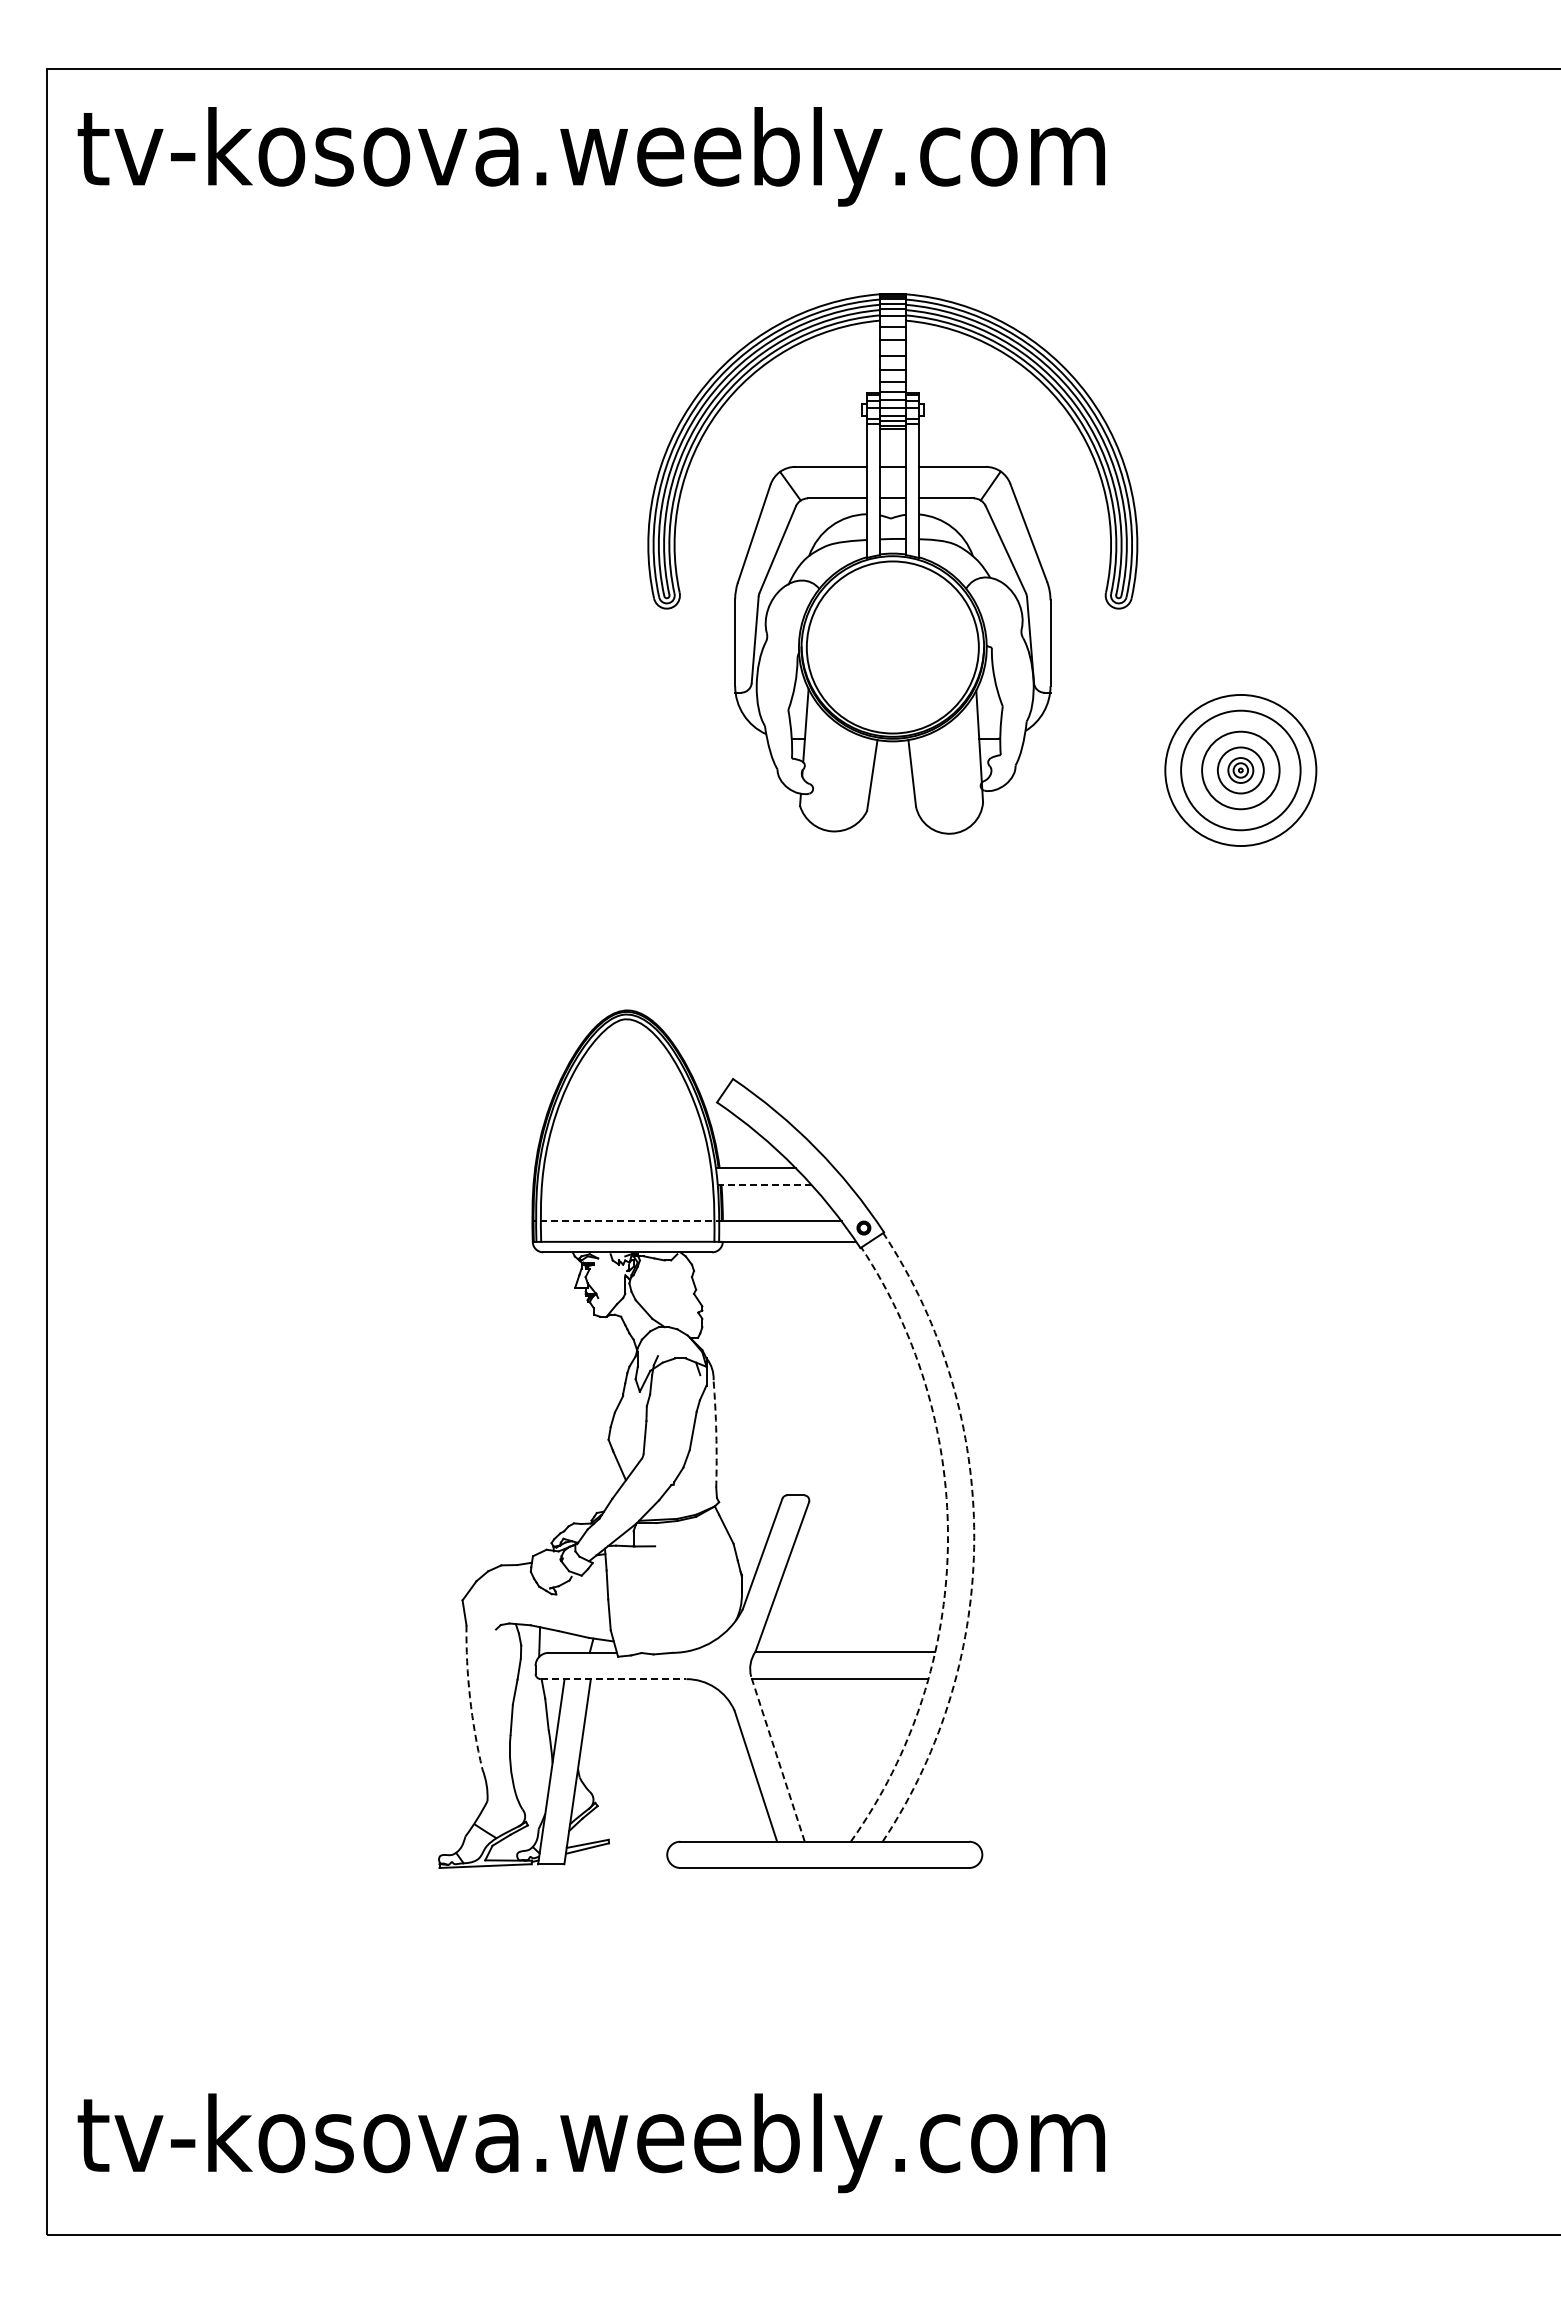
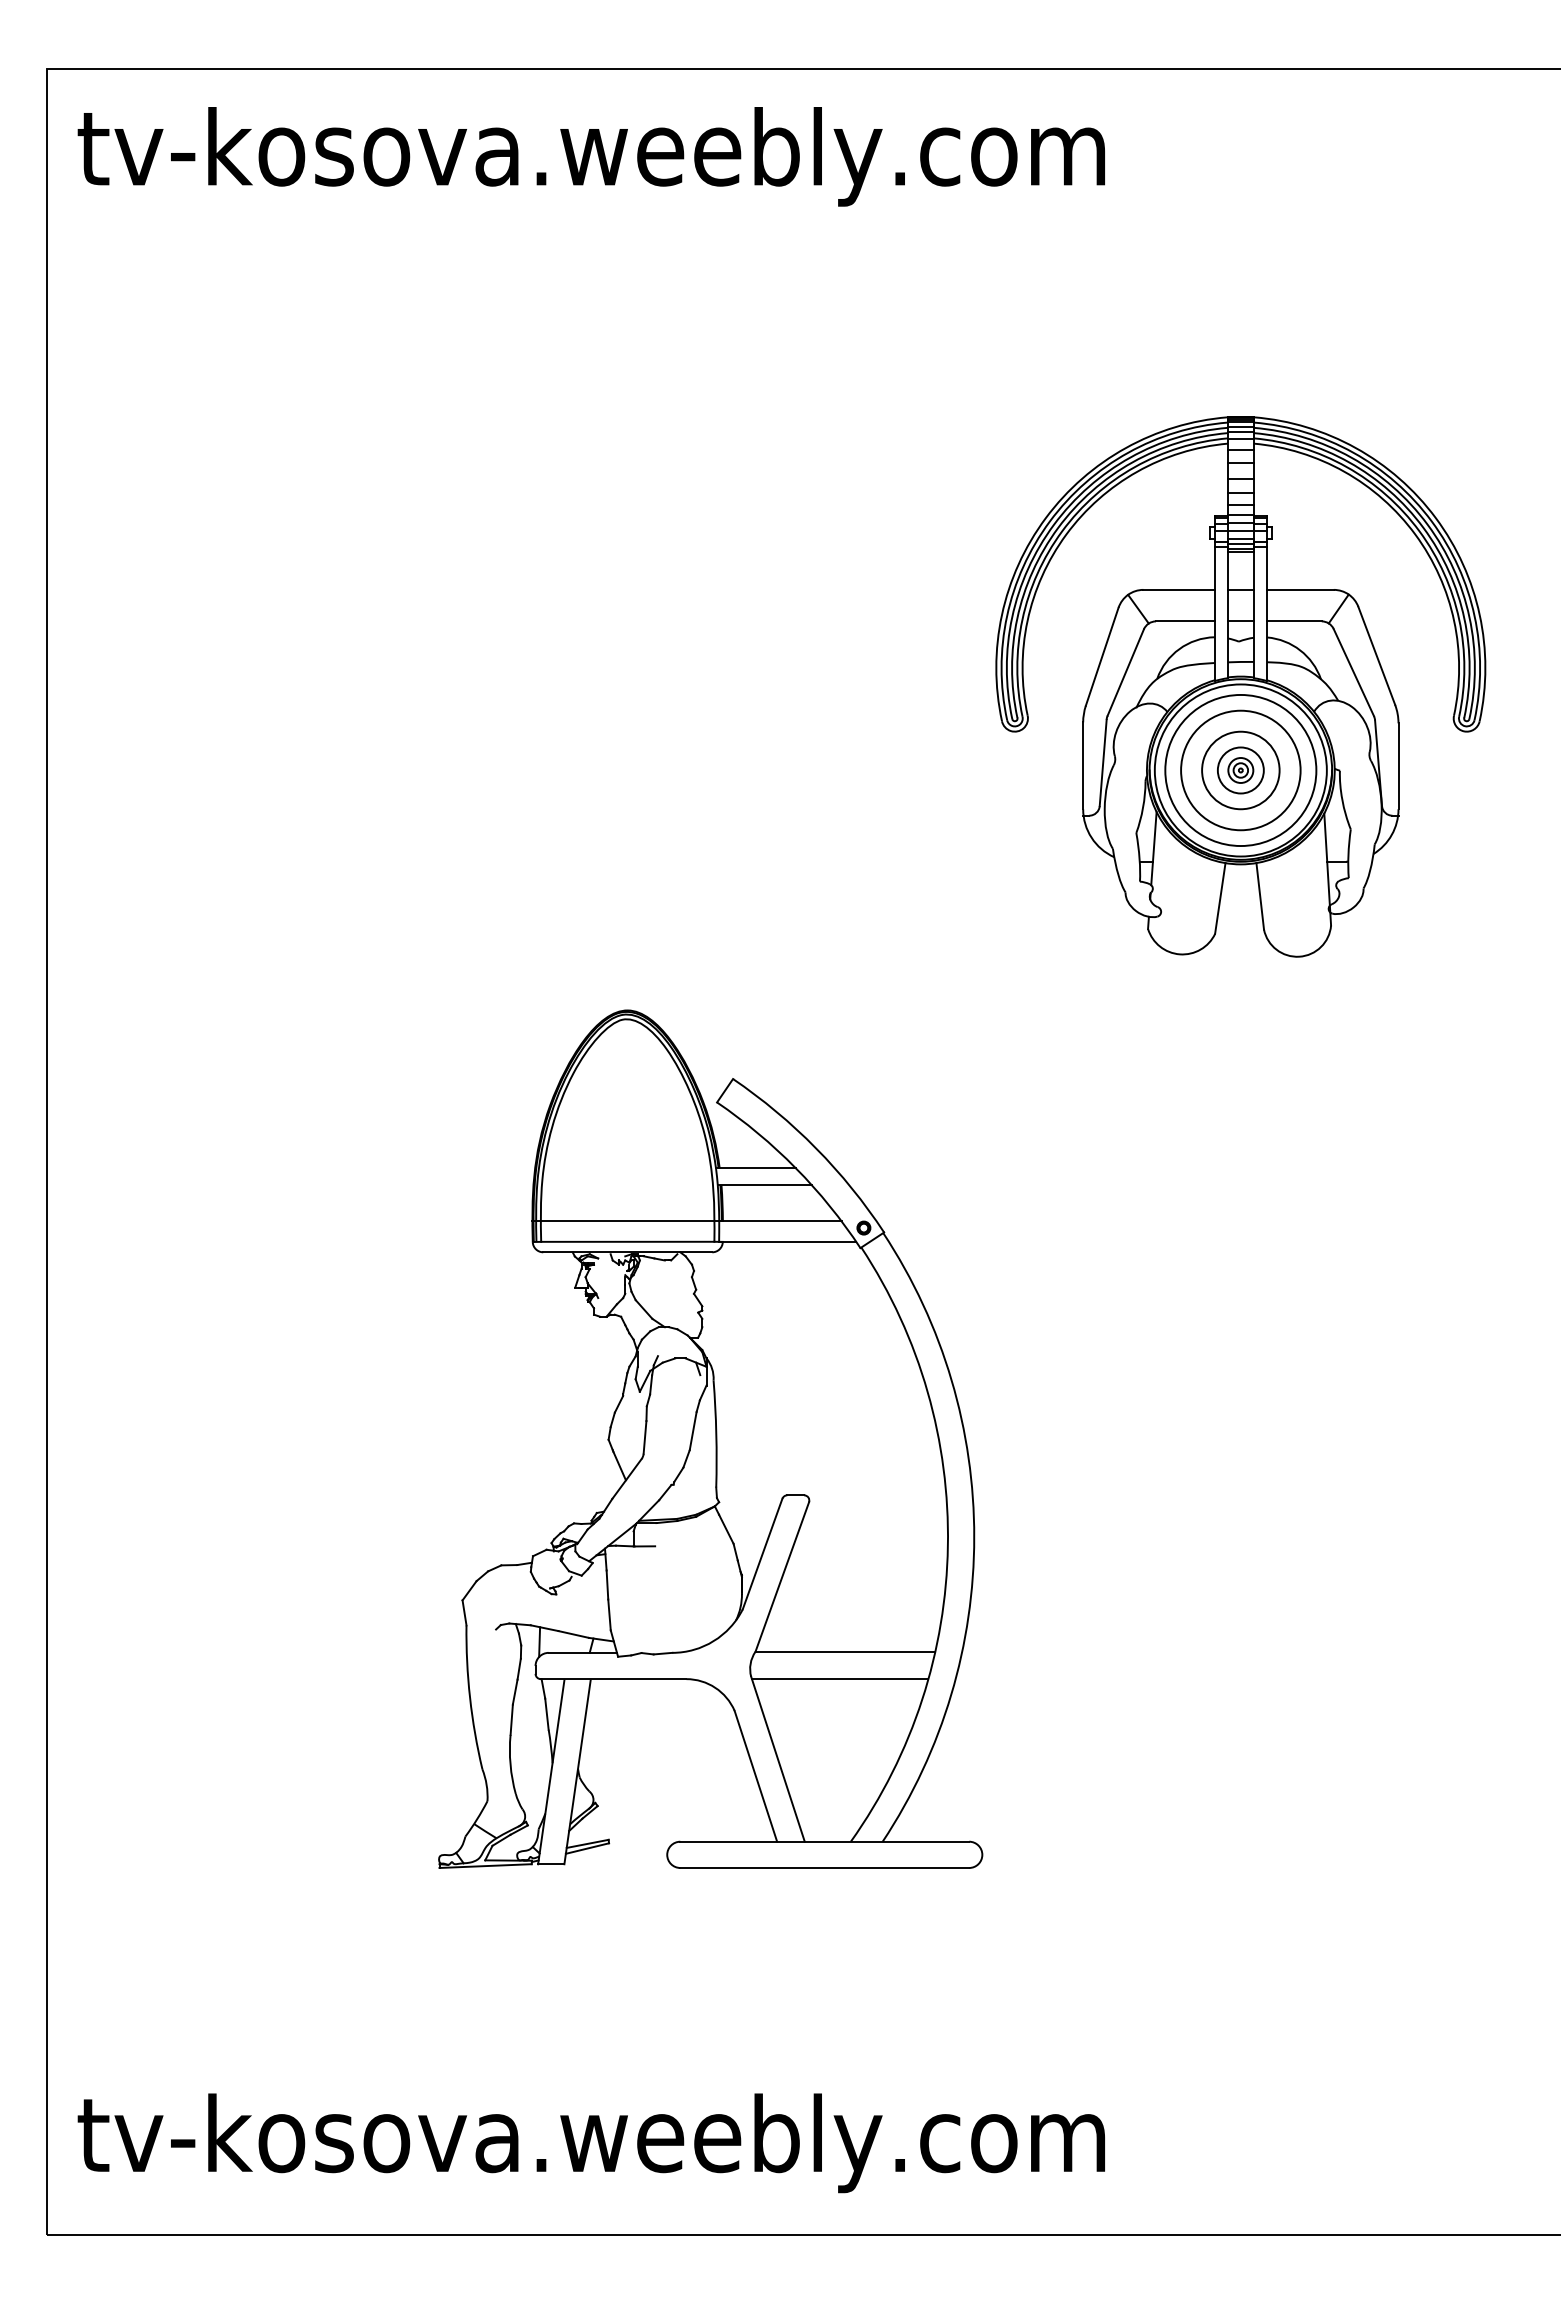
part at (892, 563) position: (892, 563) -> (1240, 686)
line at (764, 1185): dashed -> solid
line at (627, 1221): dashed -> solid
arc at (716, 1433): dashed -> solid
arc at (974, 1537): dashed -> solid
arc at (947, 1546): dashed -> solid
line at (613, 1679): dashed -> solid
arc at (470, 1697): dashed -> solid
line at (777, 1759): dashed -> solid
